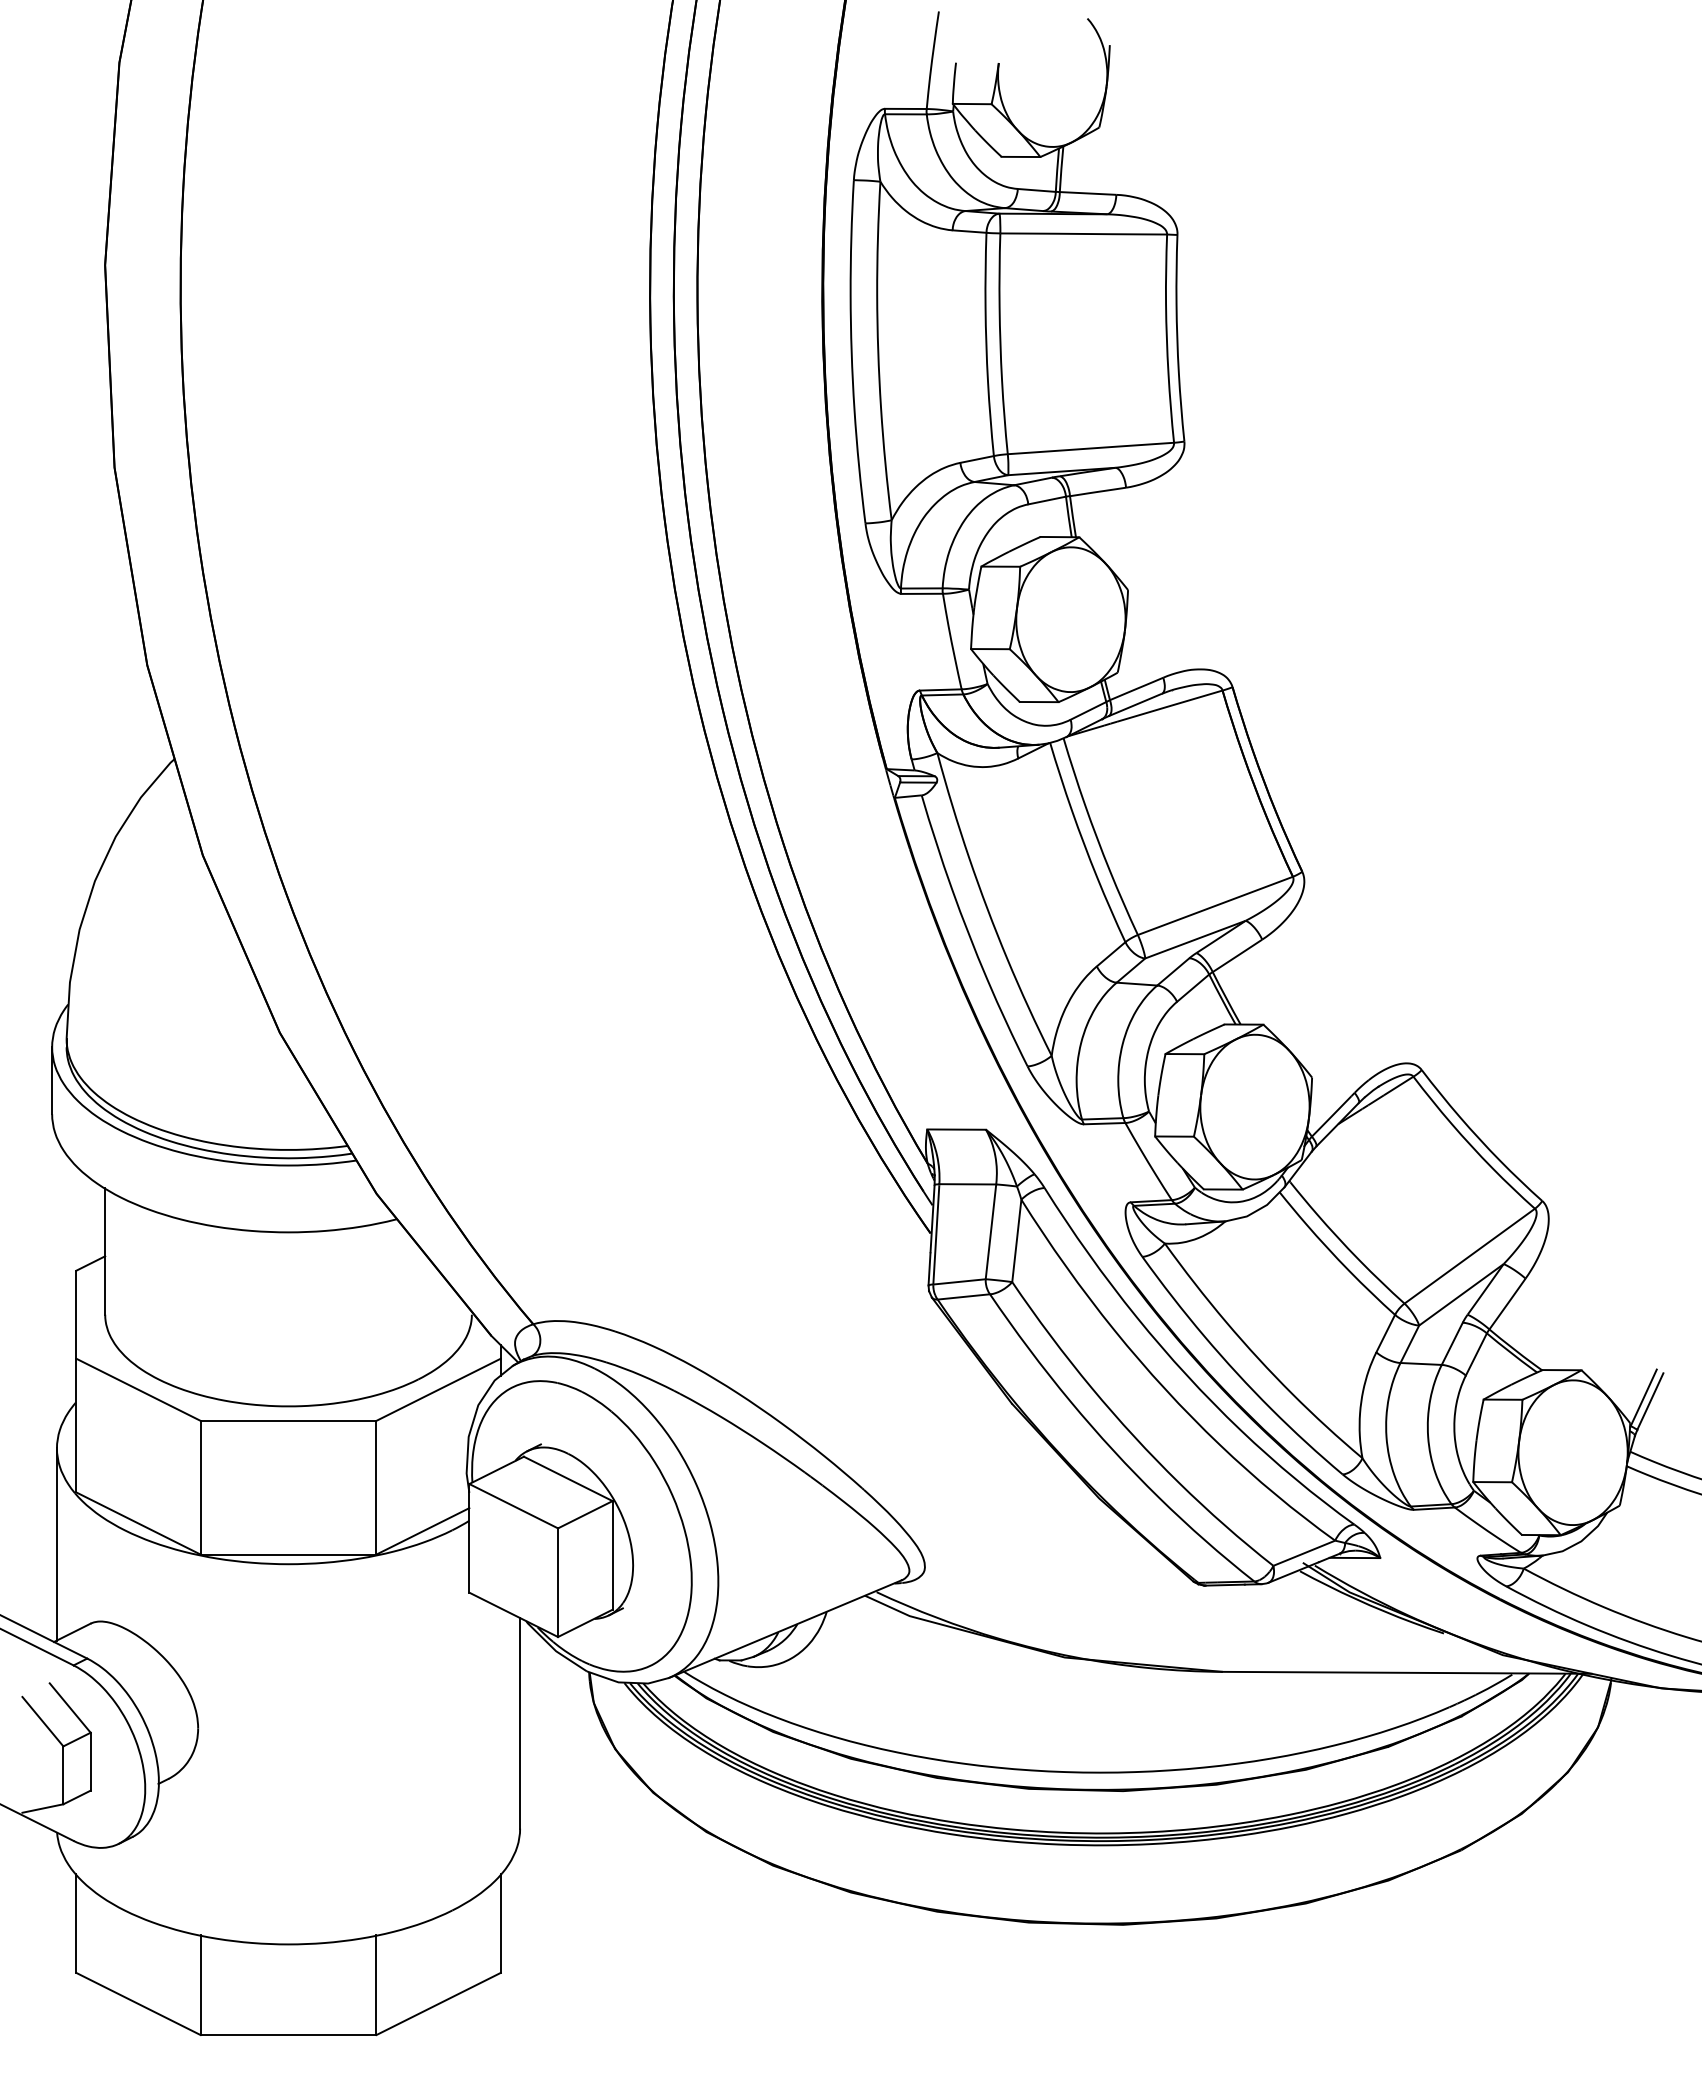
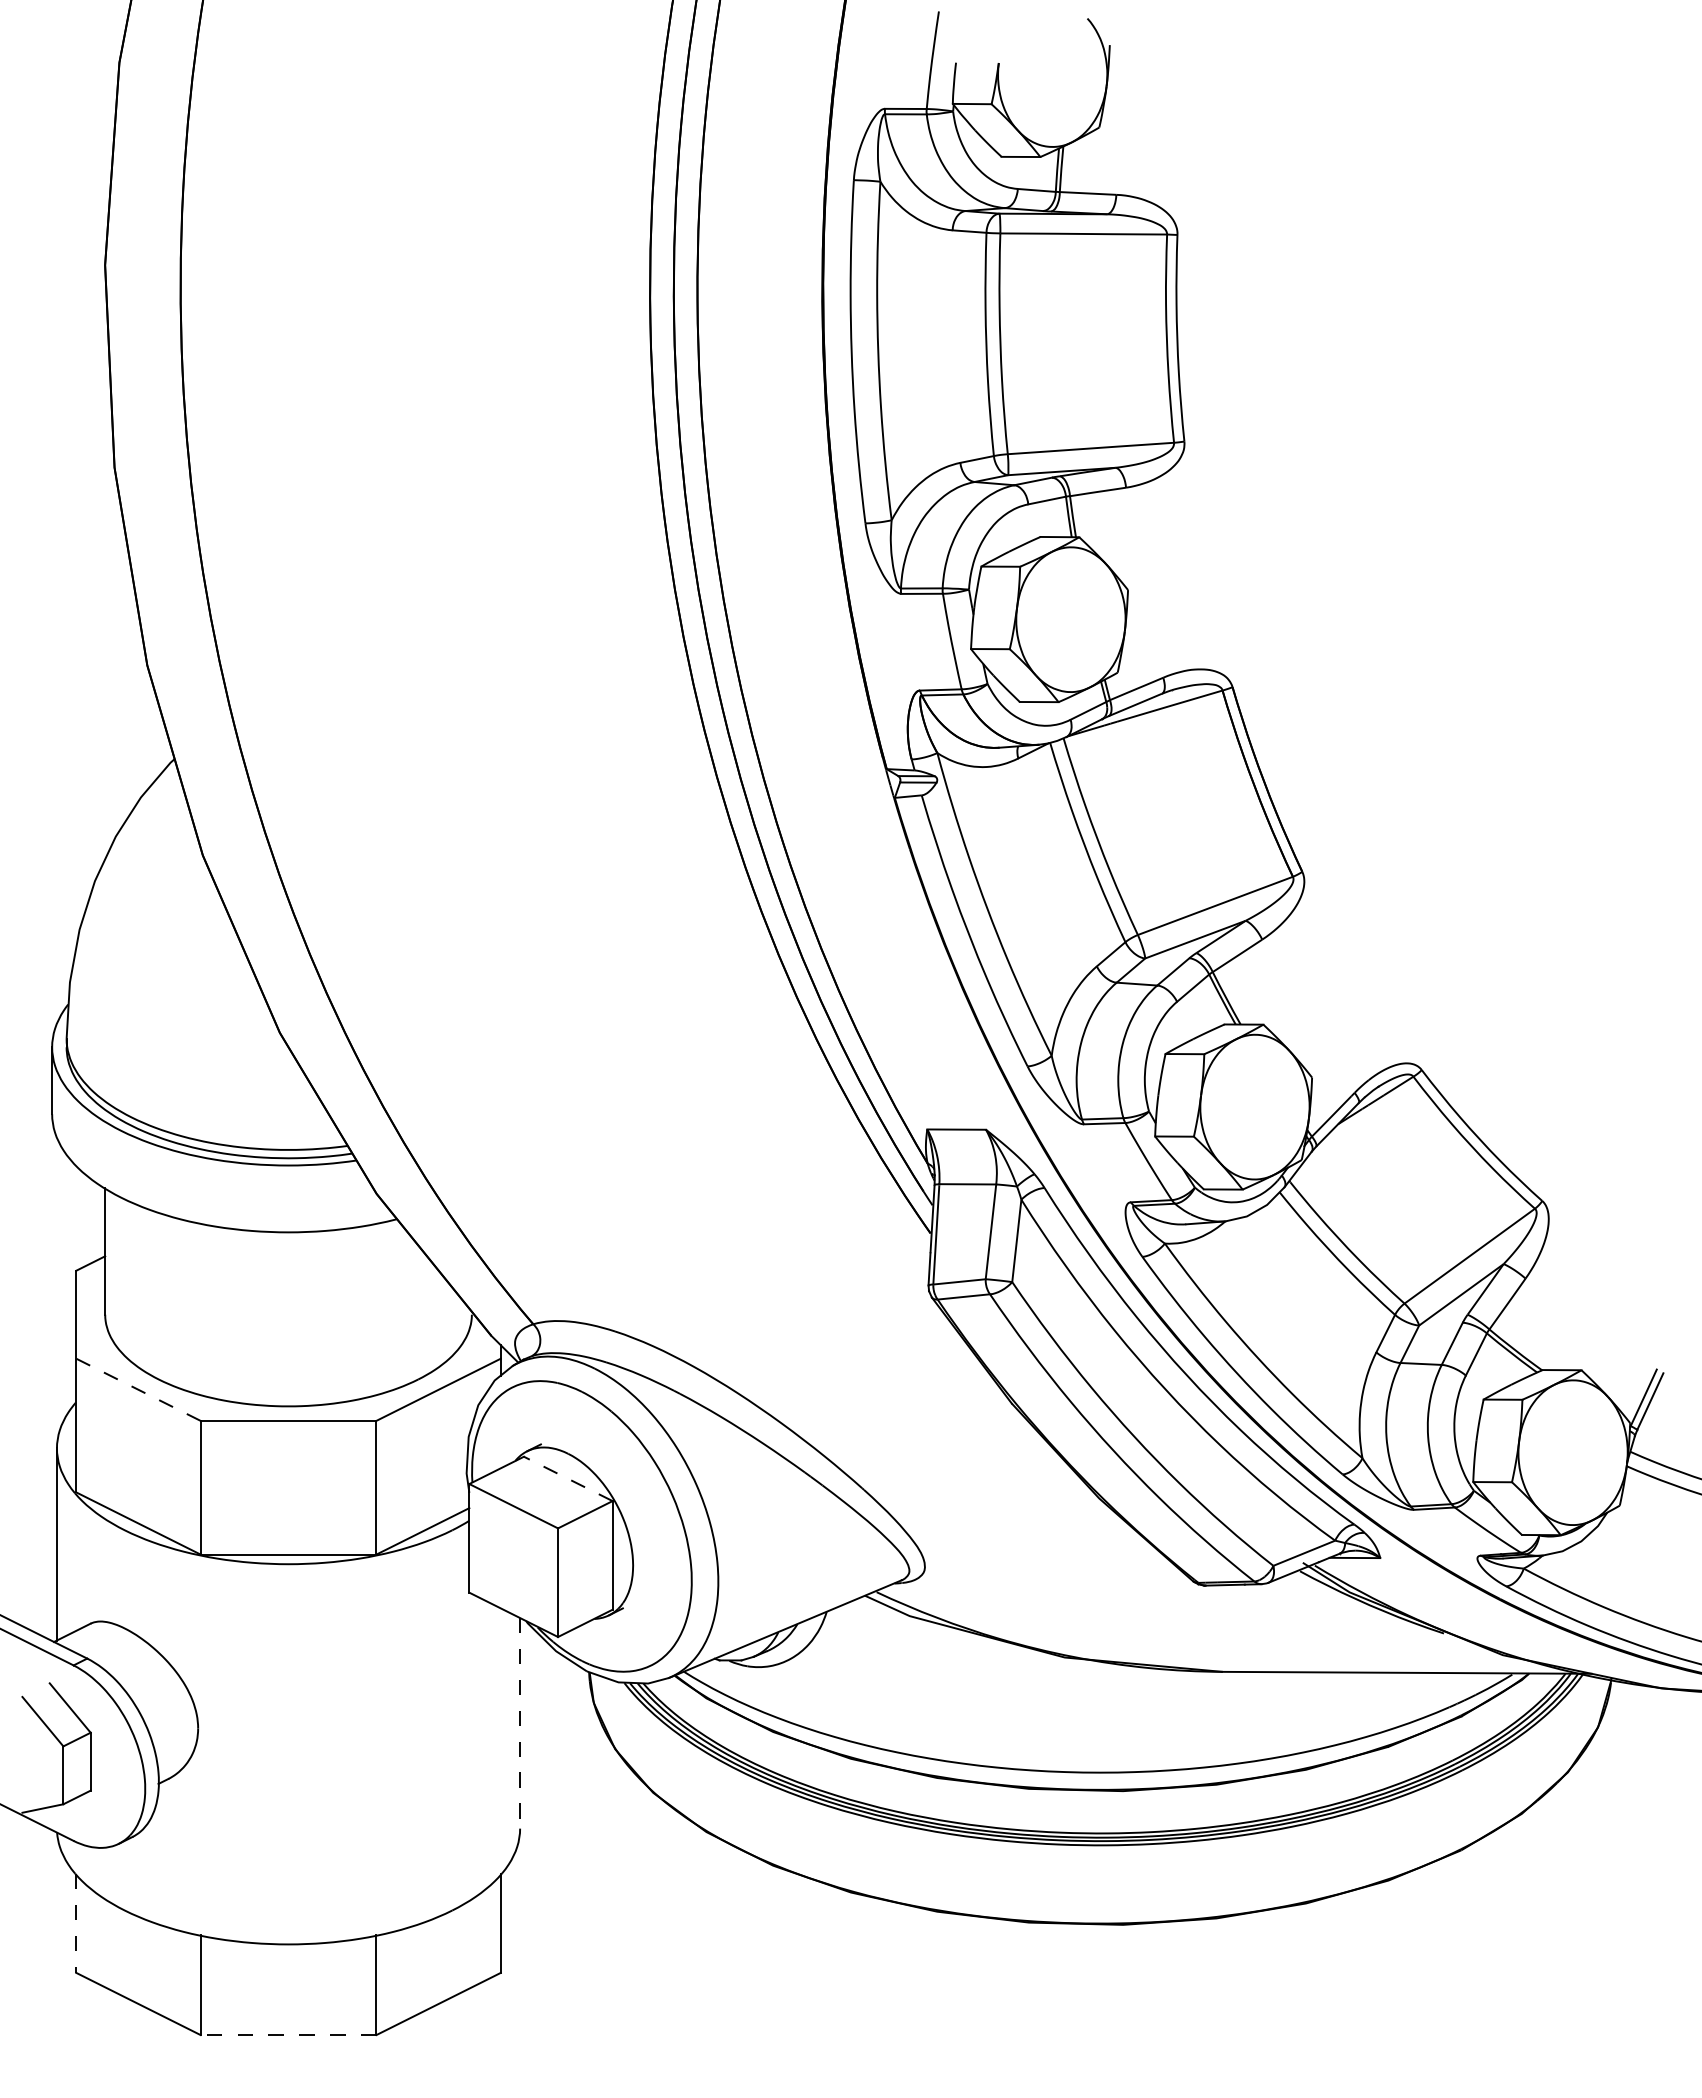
line at (138, 1389): solid -> dashed
line at (568, 1478): solid -> dashed
line at (520, 1723): solid -> dashed
line at (76, 1923): solid -> dashed
line at (288, 2035): solid -> dashed
